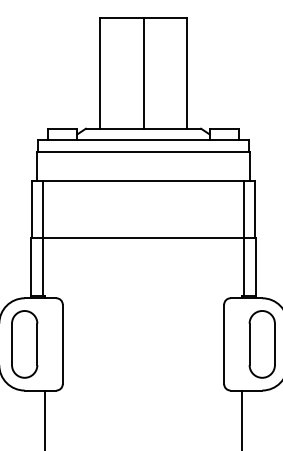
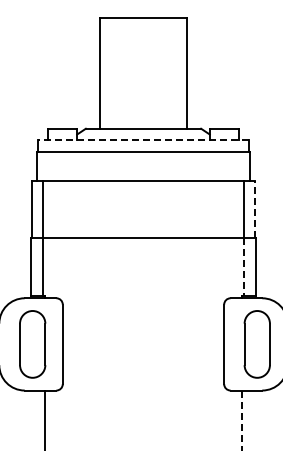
line at (143, 73): present -> none
line at (143, 140): solid -> dashed
line at (255, 209): solid -> dashed
line at (244, 267): solid -> dashed
part at (24, 344) position: (24, 344) -> (32, 344)
part at (261, 344) position: (261, 344) -> (256, 344)
line at (241, 420): solid -> dashed
